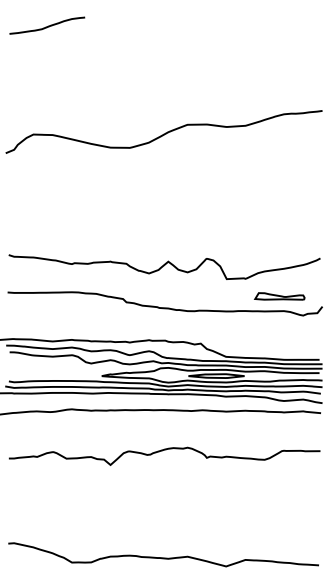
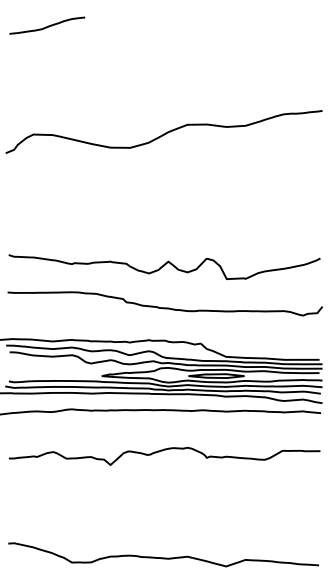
part at (279, 296): present -> none
